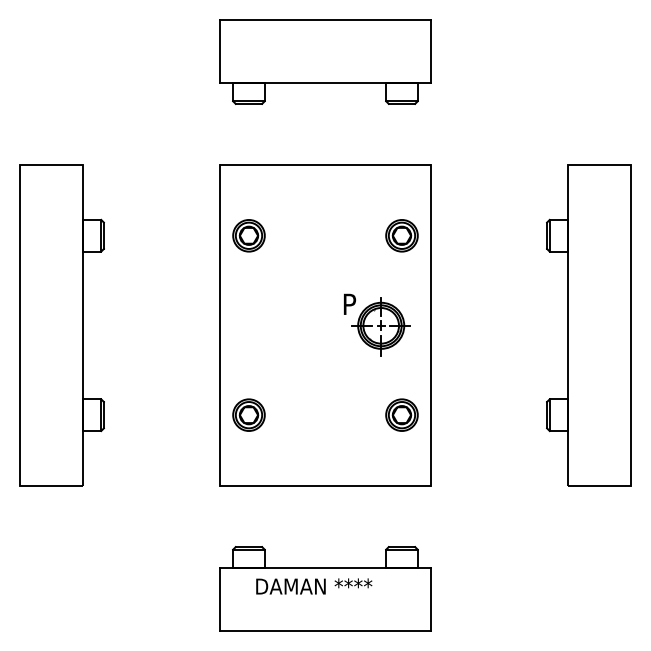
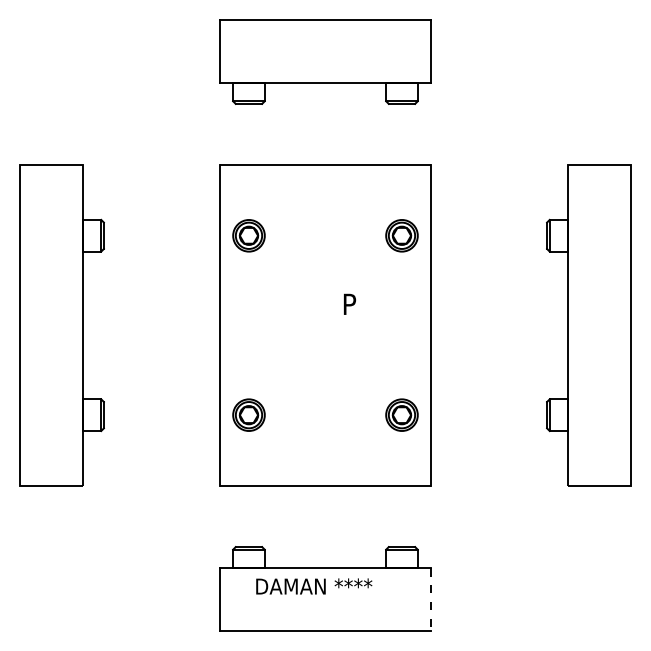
part at (380, 326): present -> none
line at (431, 599): solid -> dashed
